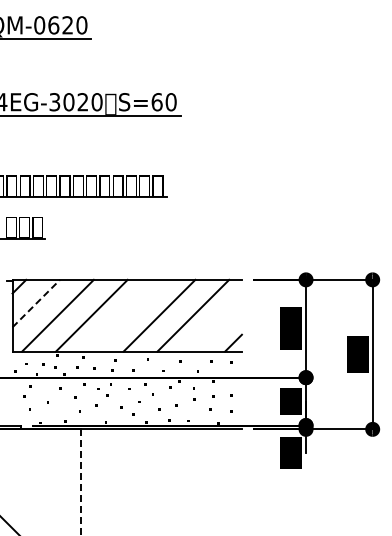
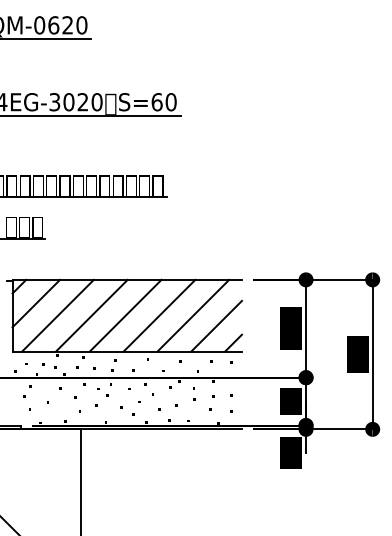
line at (36, 303): dashed -> solid
line at (125, 315): none -> present
line at (216, 325): none -> present
line at (80, 482): dashed -> solid
